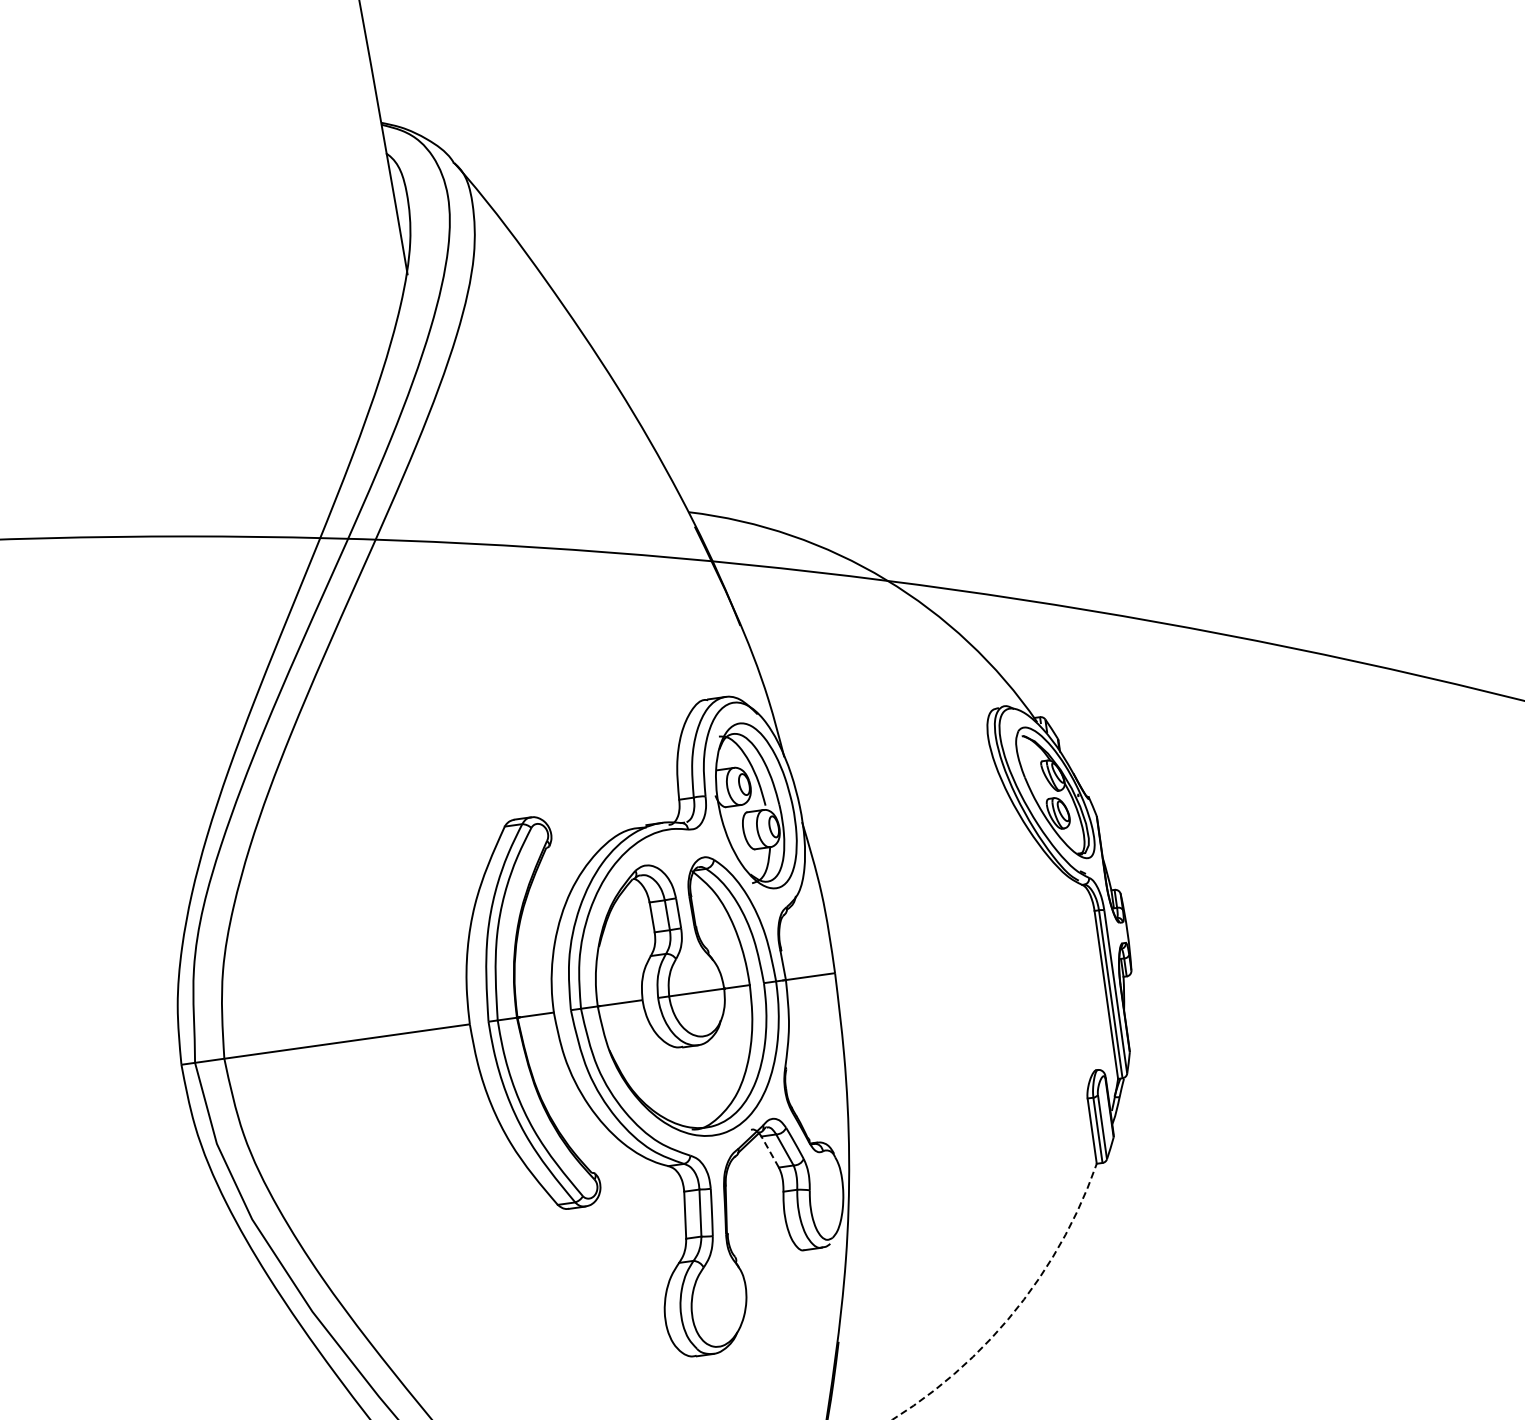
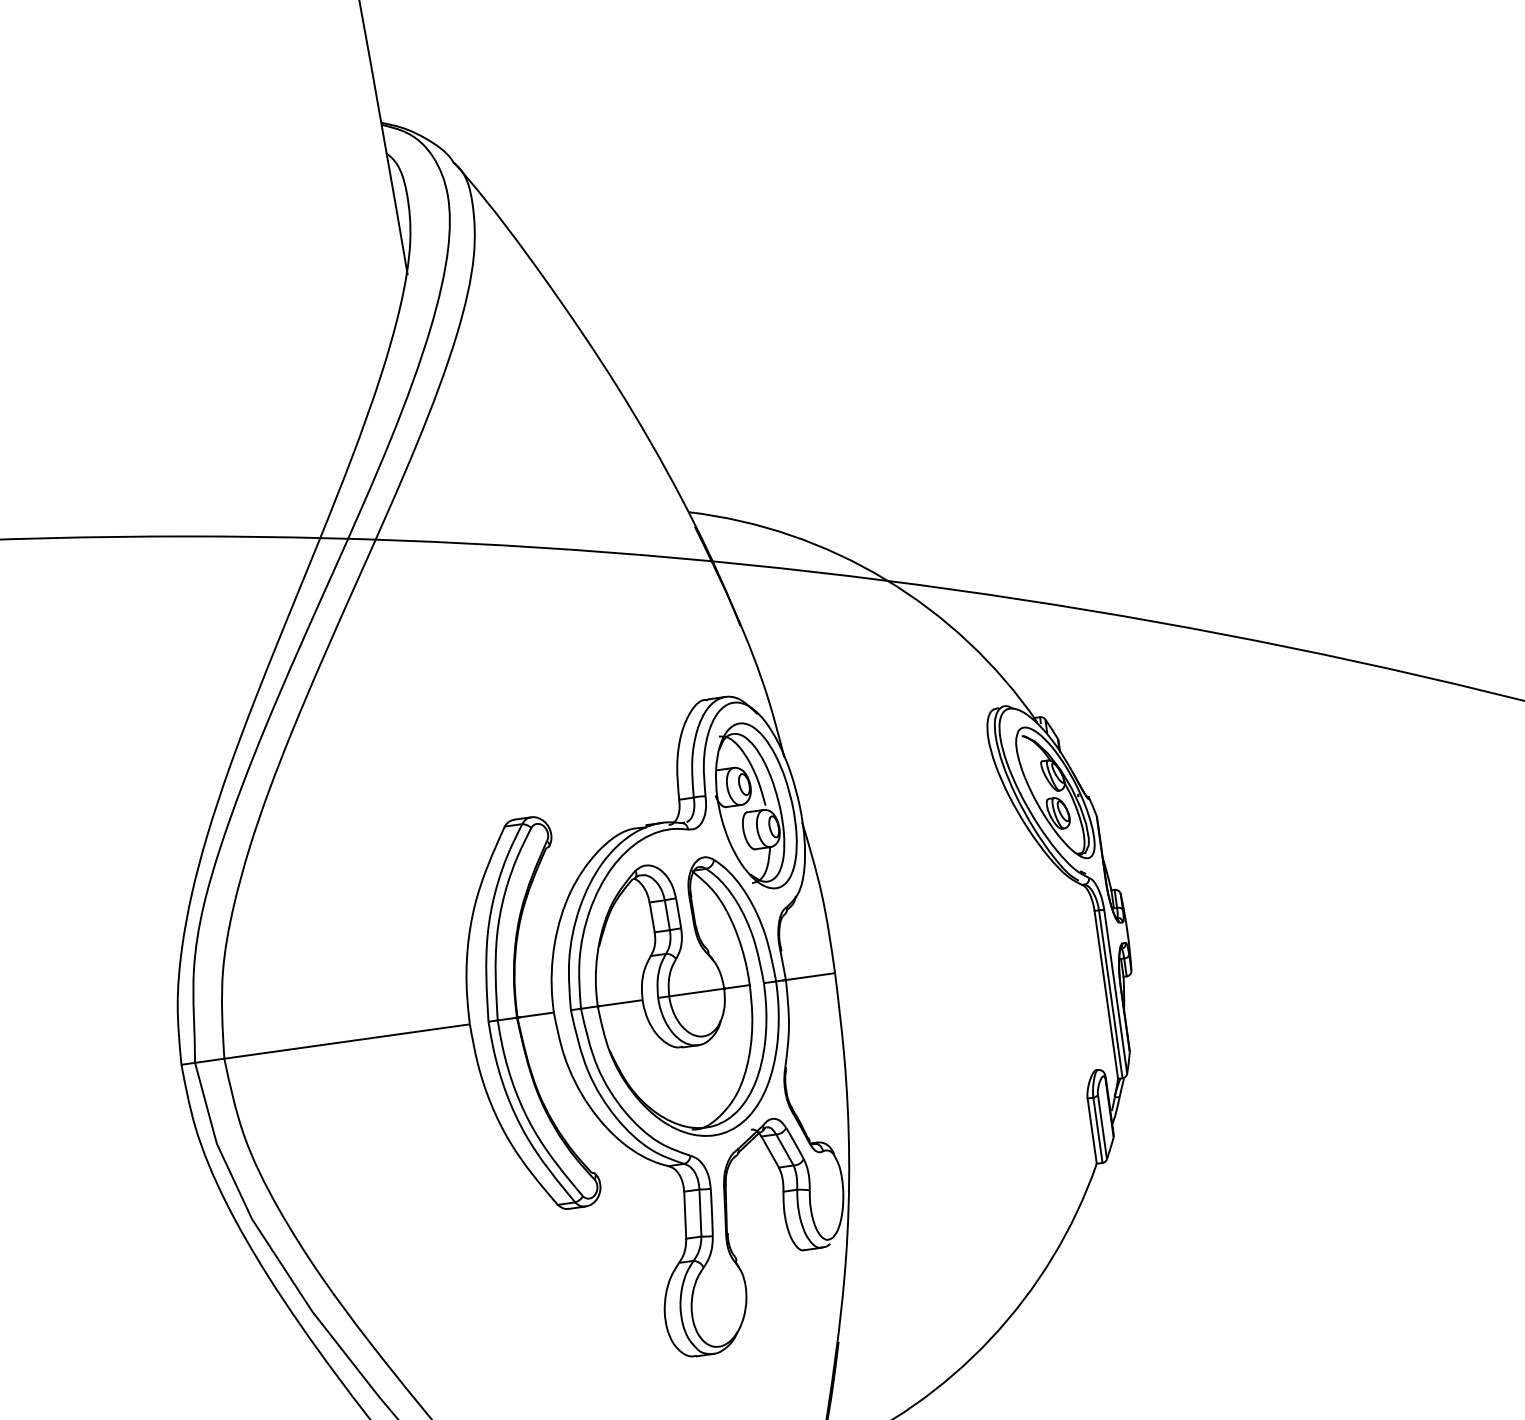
line at (770, 1152): dashed -> solid
arc at (1016, 1309): dashed -> solid
